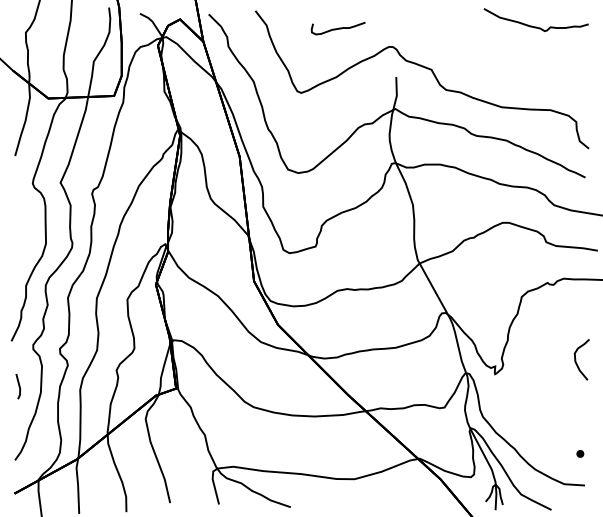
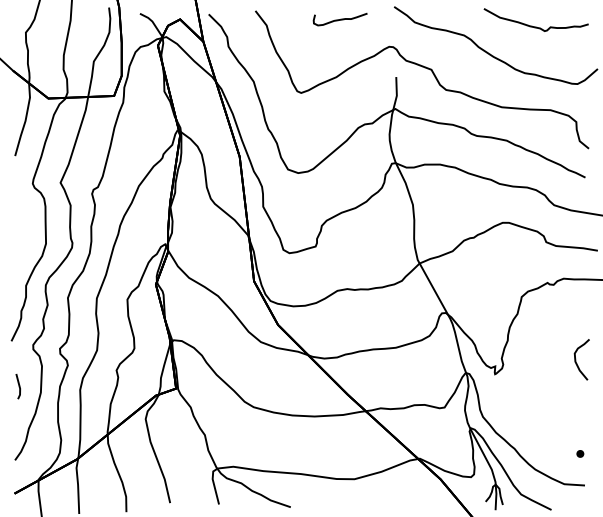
curve at (337, 28) position: (337, 28) -> (339, 19)
curve at (490, 53): none -> present
